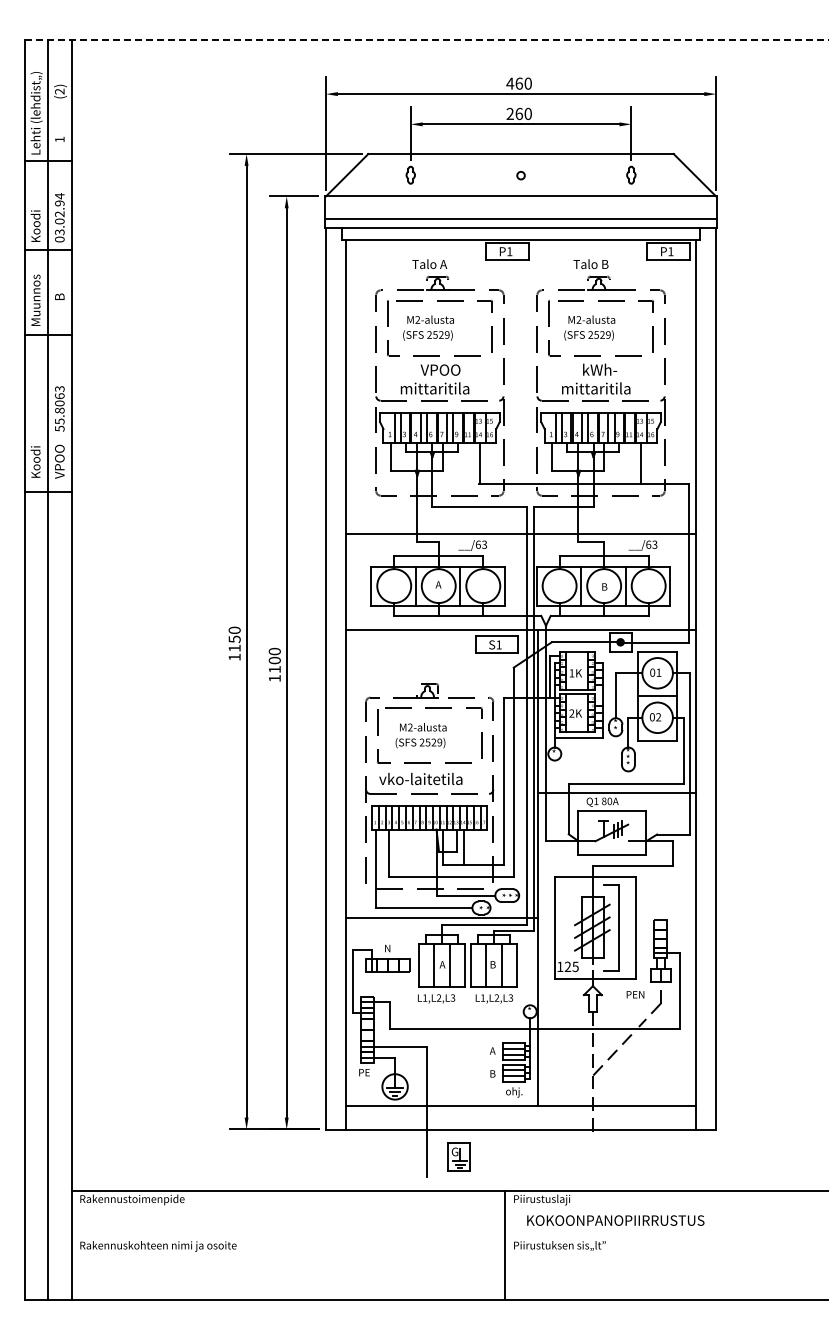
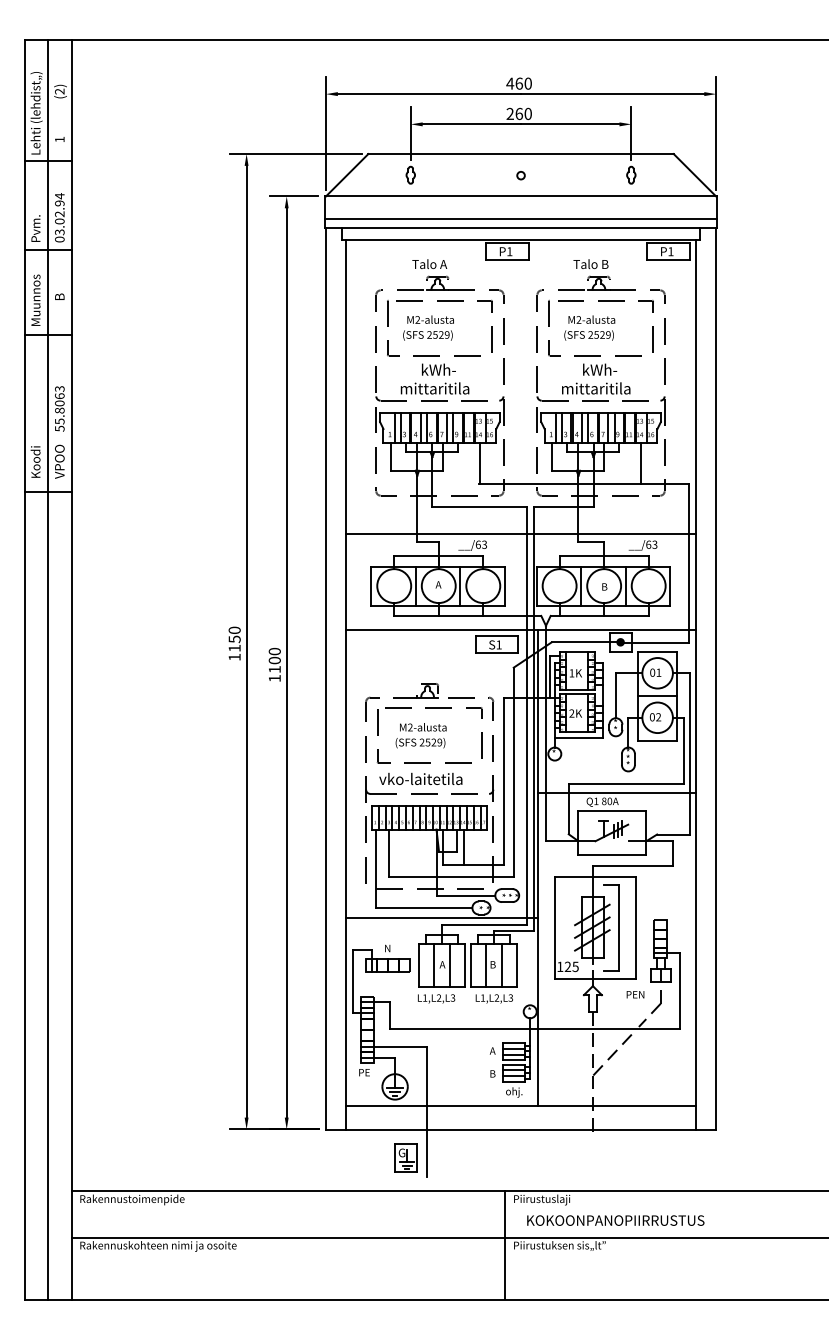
line at (426, 40): dashed -> solid
text at (35, 225): Koodi -> Pvm.
text at (440, 369): VPOO -> kWh-
part at (458, 1156) position: (458, 1156) -> (405, 1157)
line at (448, 1237): none -> present
